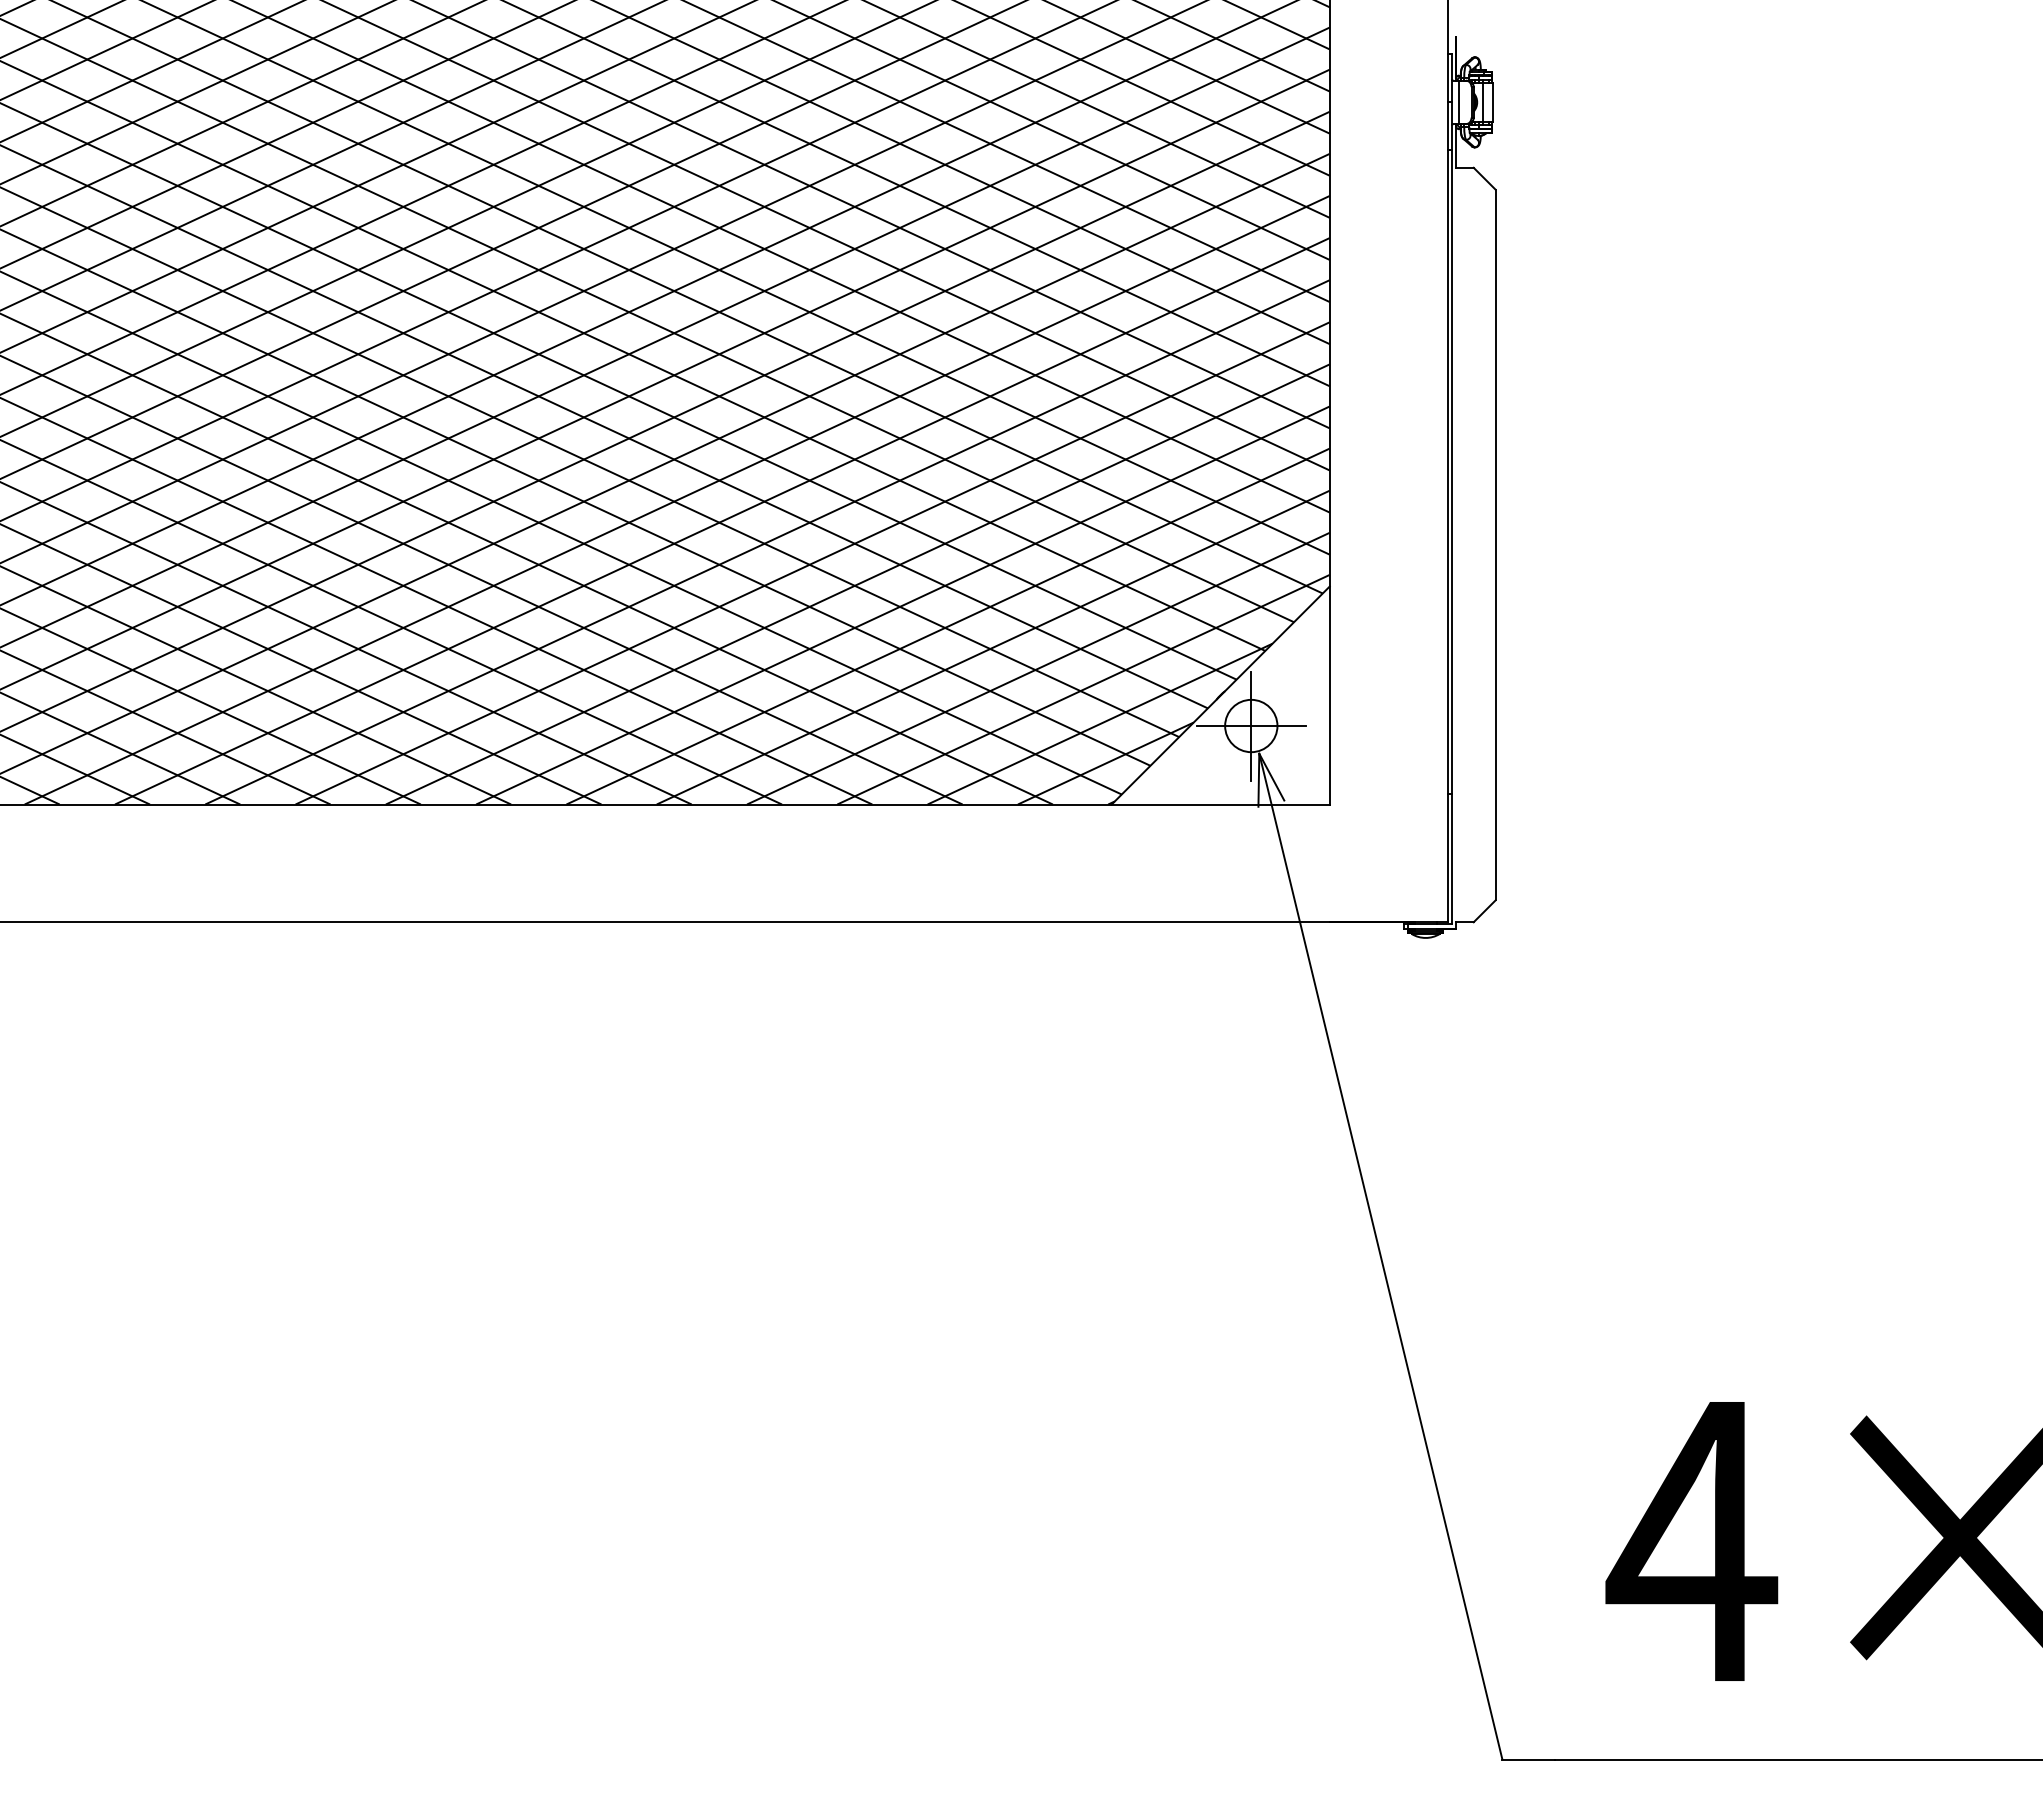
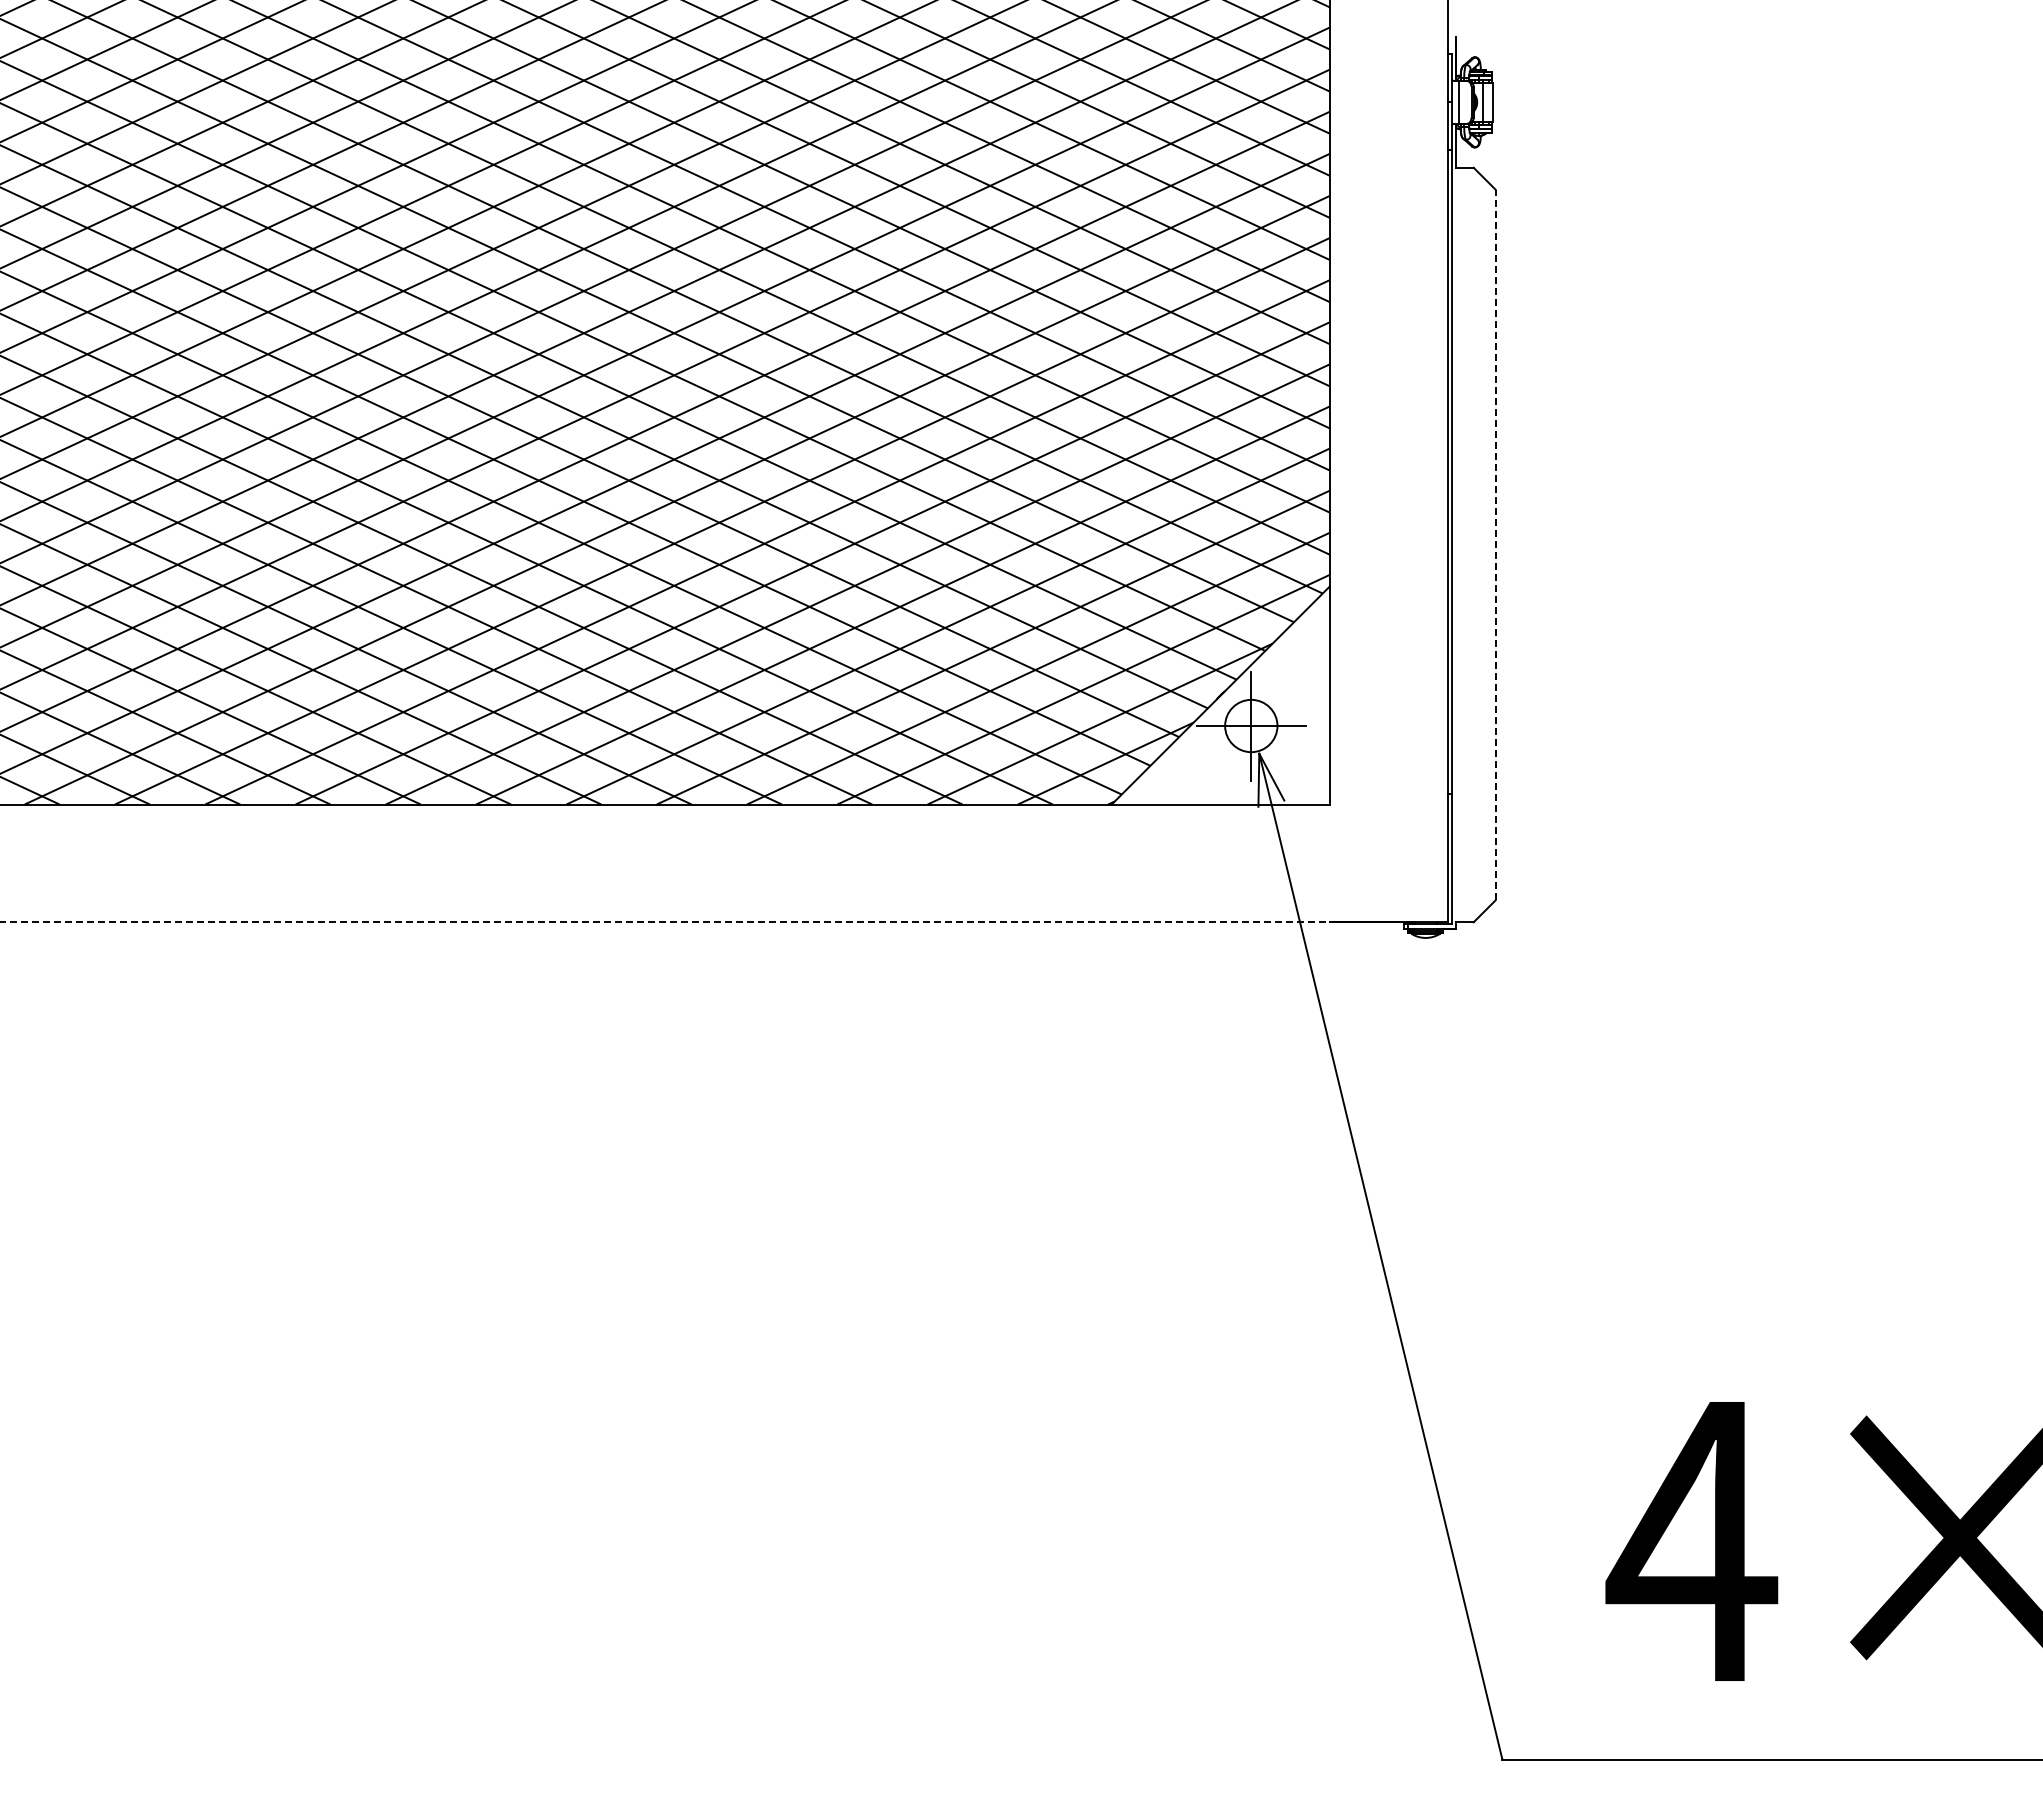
line at (1495, 544): solid -> dashed
line at (665, 922): solid -> dashed
